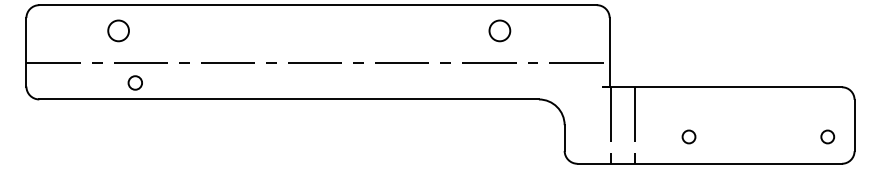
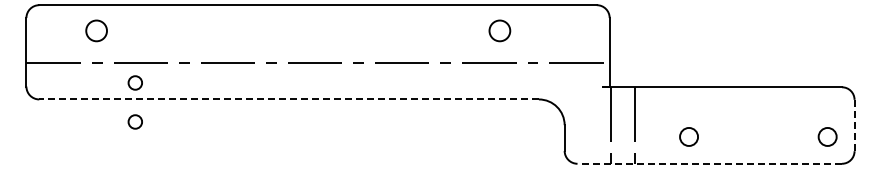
circle at (118, 30) position: (118, 30) -> (96, 30)
line at (289, 99): solid -> dashed
circle at (134, 121): none -> present
line at (854, 125): solid -> dashed
circle at (688, 136) size: 16x16 px -> 20x20 px
circle at (827, 136) size: 16x16 px -> 21x20 px
line at (709, 163): solid -> dashed
